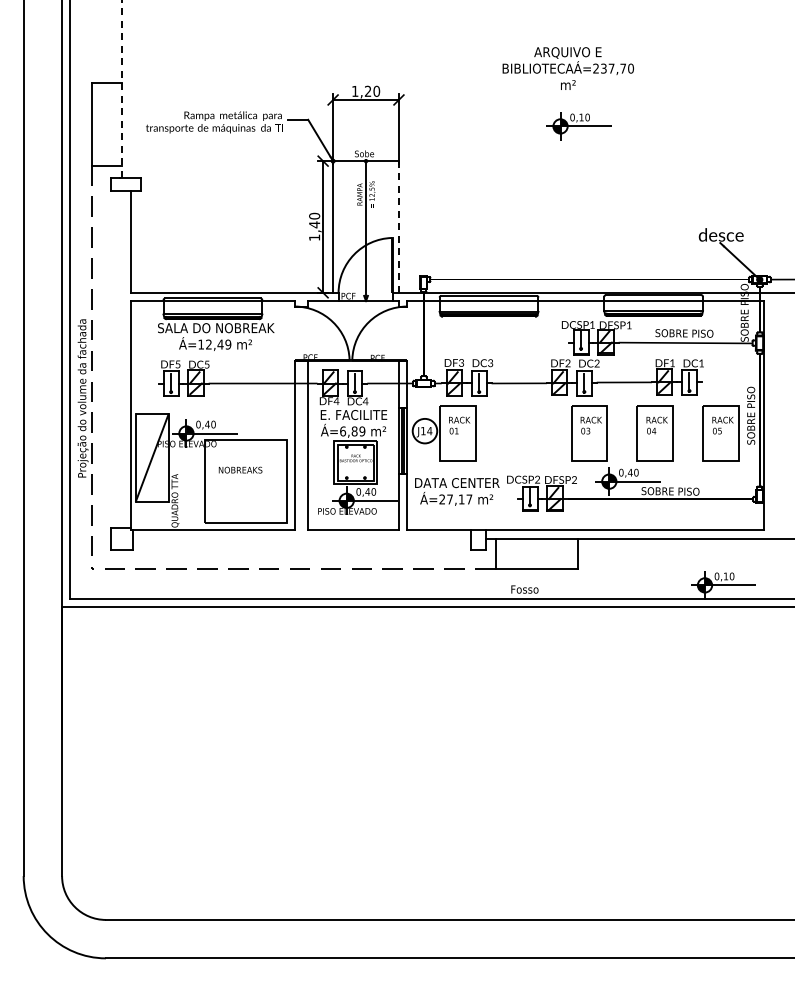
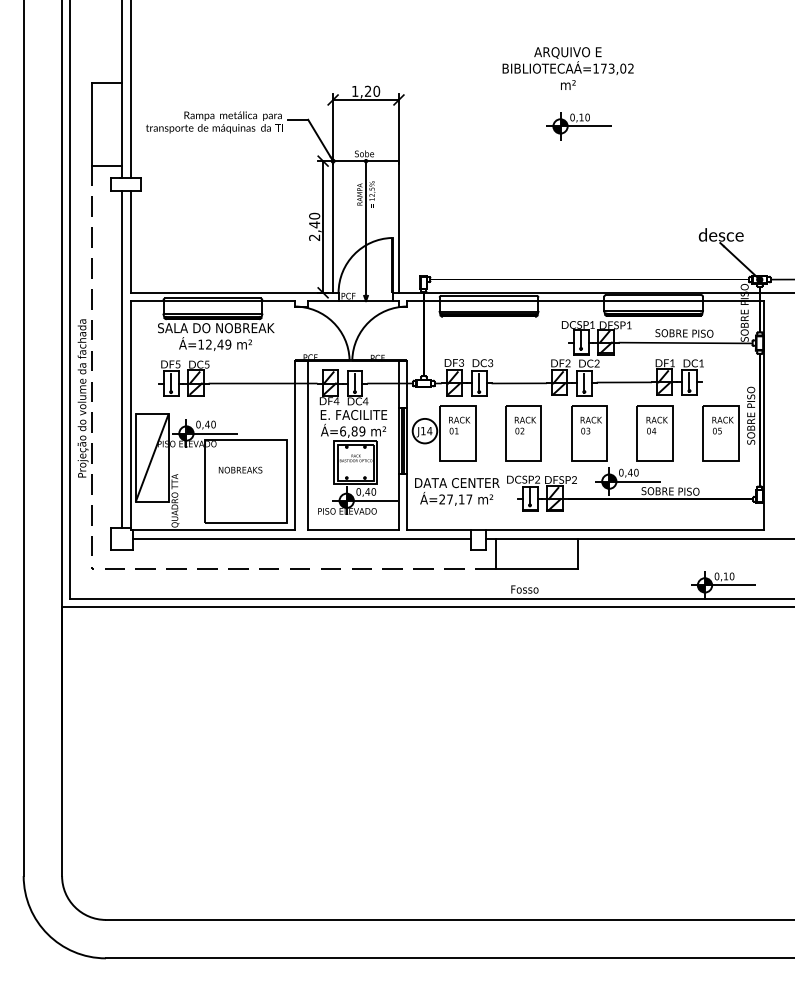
text at (613, 68): Á=237,70 -> Á=173,02
line at (122, 88): dashed -> solid
line at (130, 89): none -> present
line at (398, 227): dashed -> solid
text at (314, 237): 1,40 -> 2,40
line at (122, 359): none -> present
part at (523, 433): none -> present
line at (302, 538): none -> present
